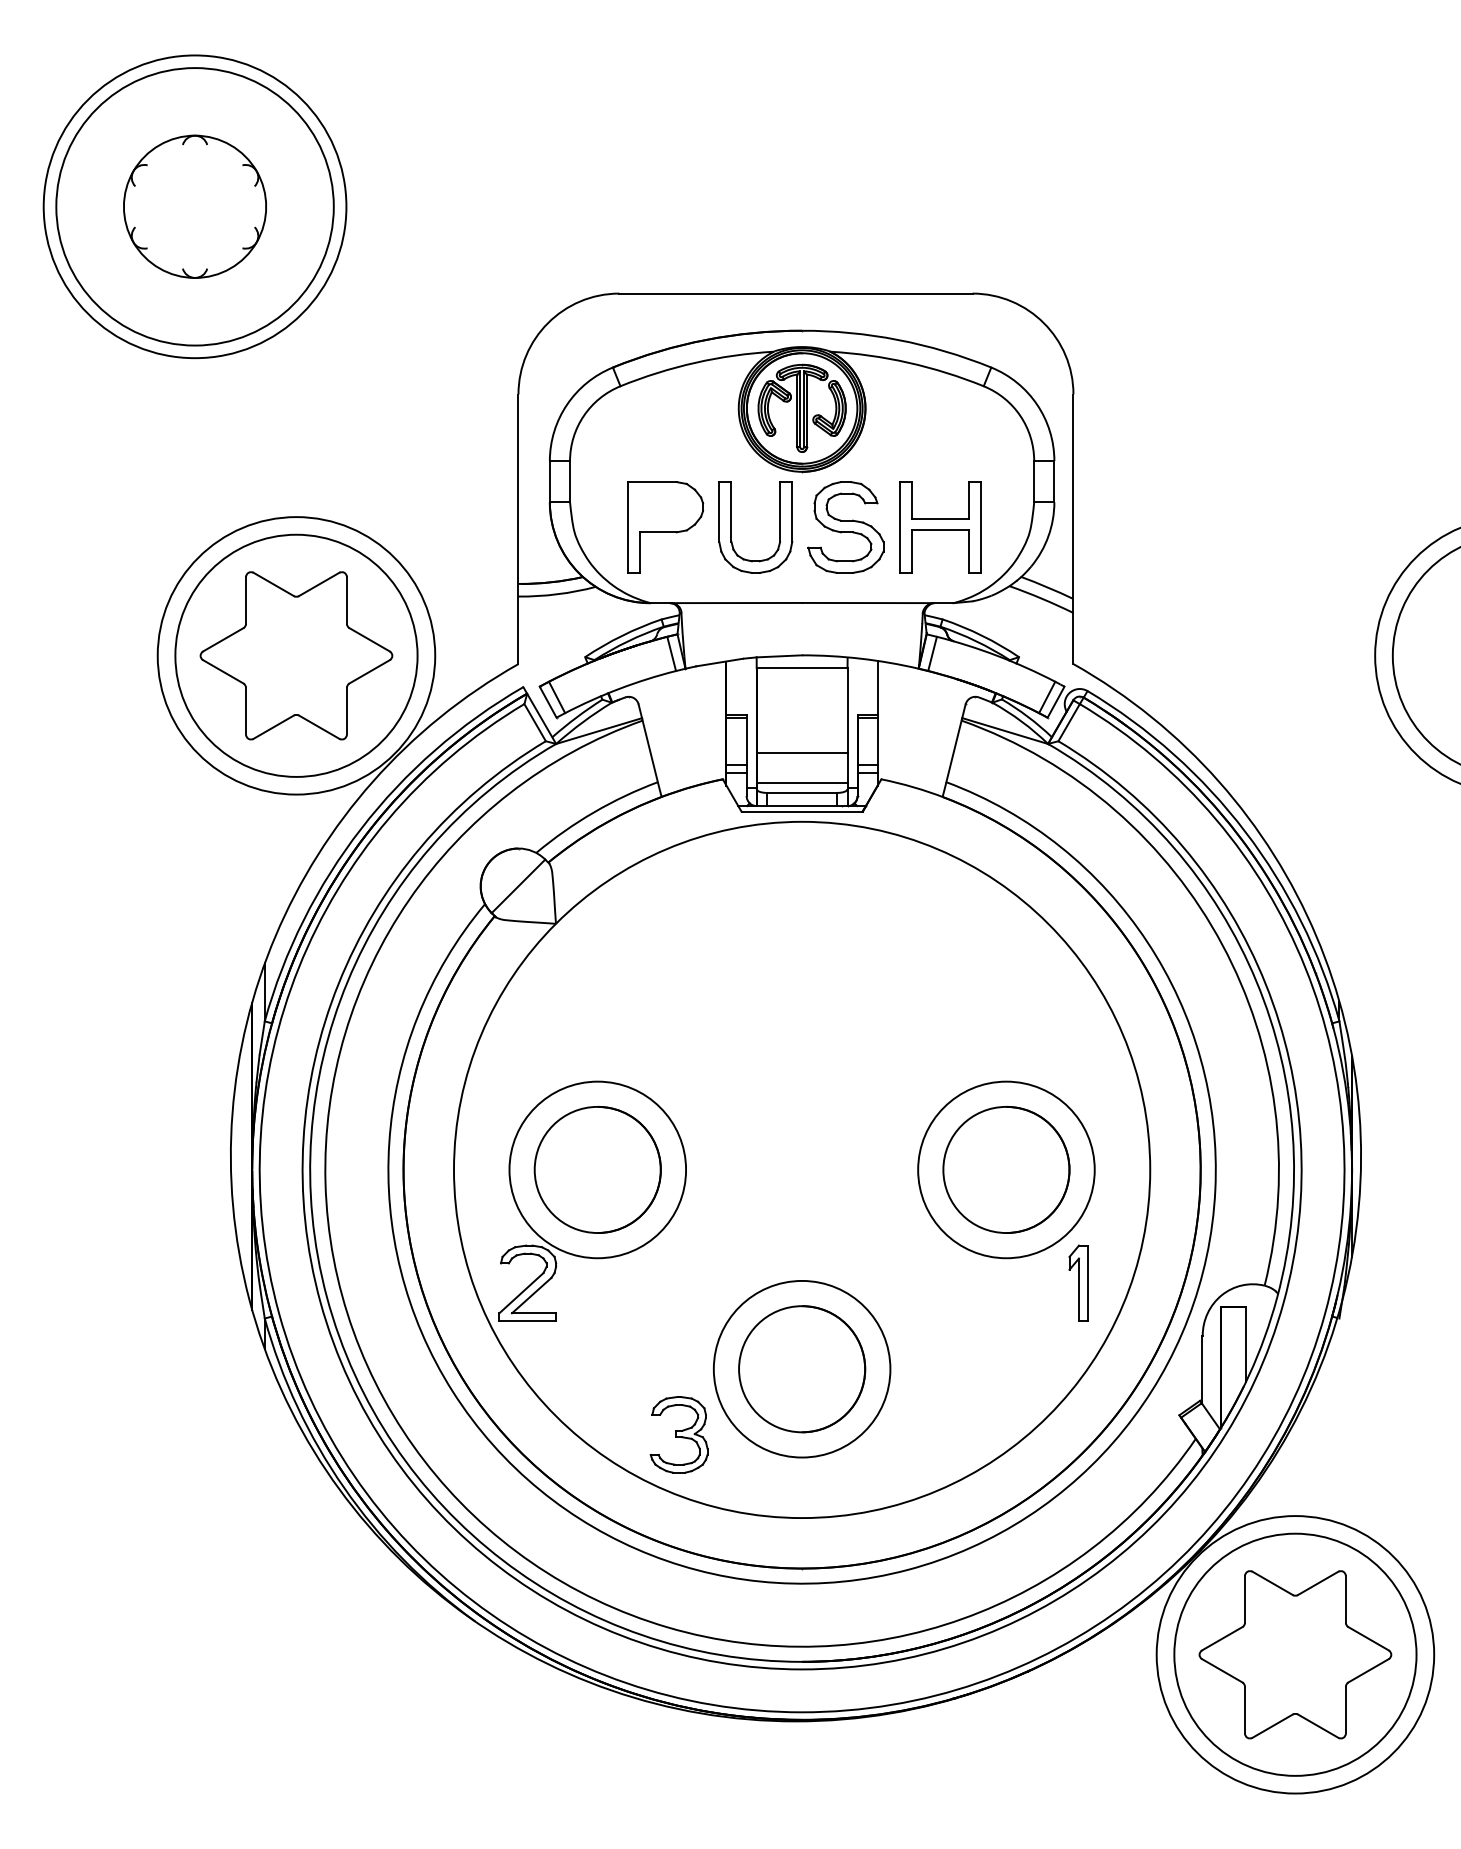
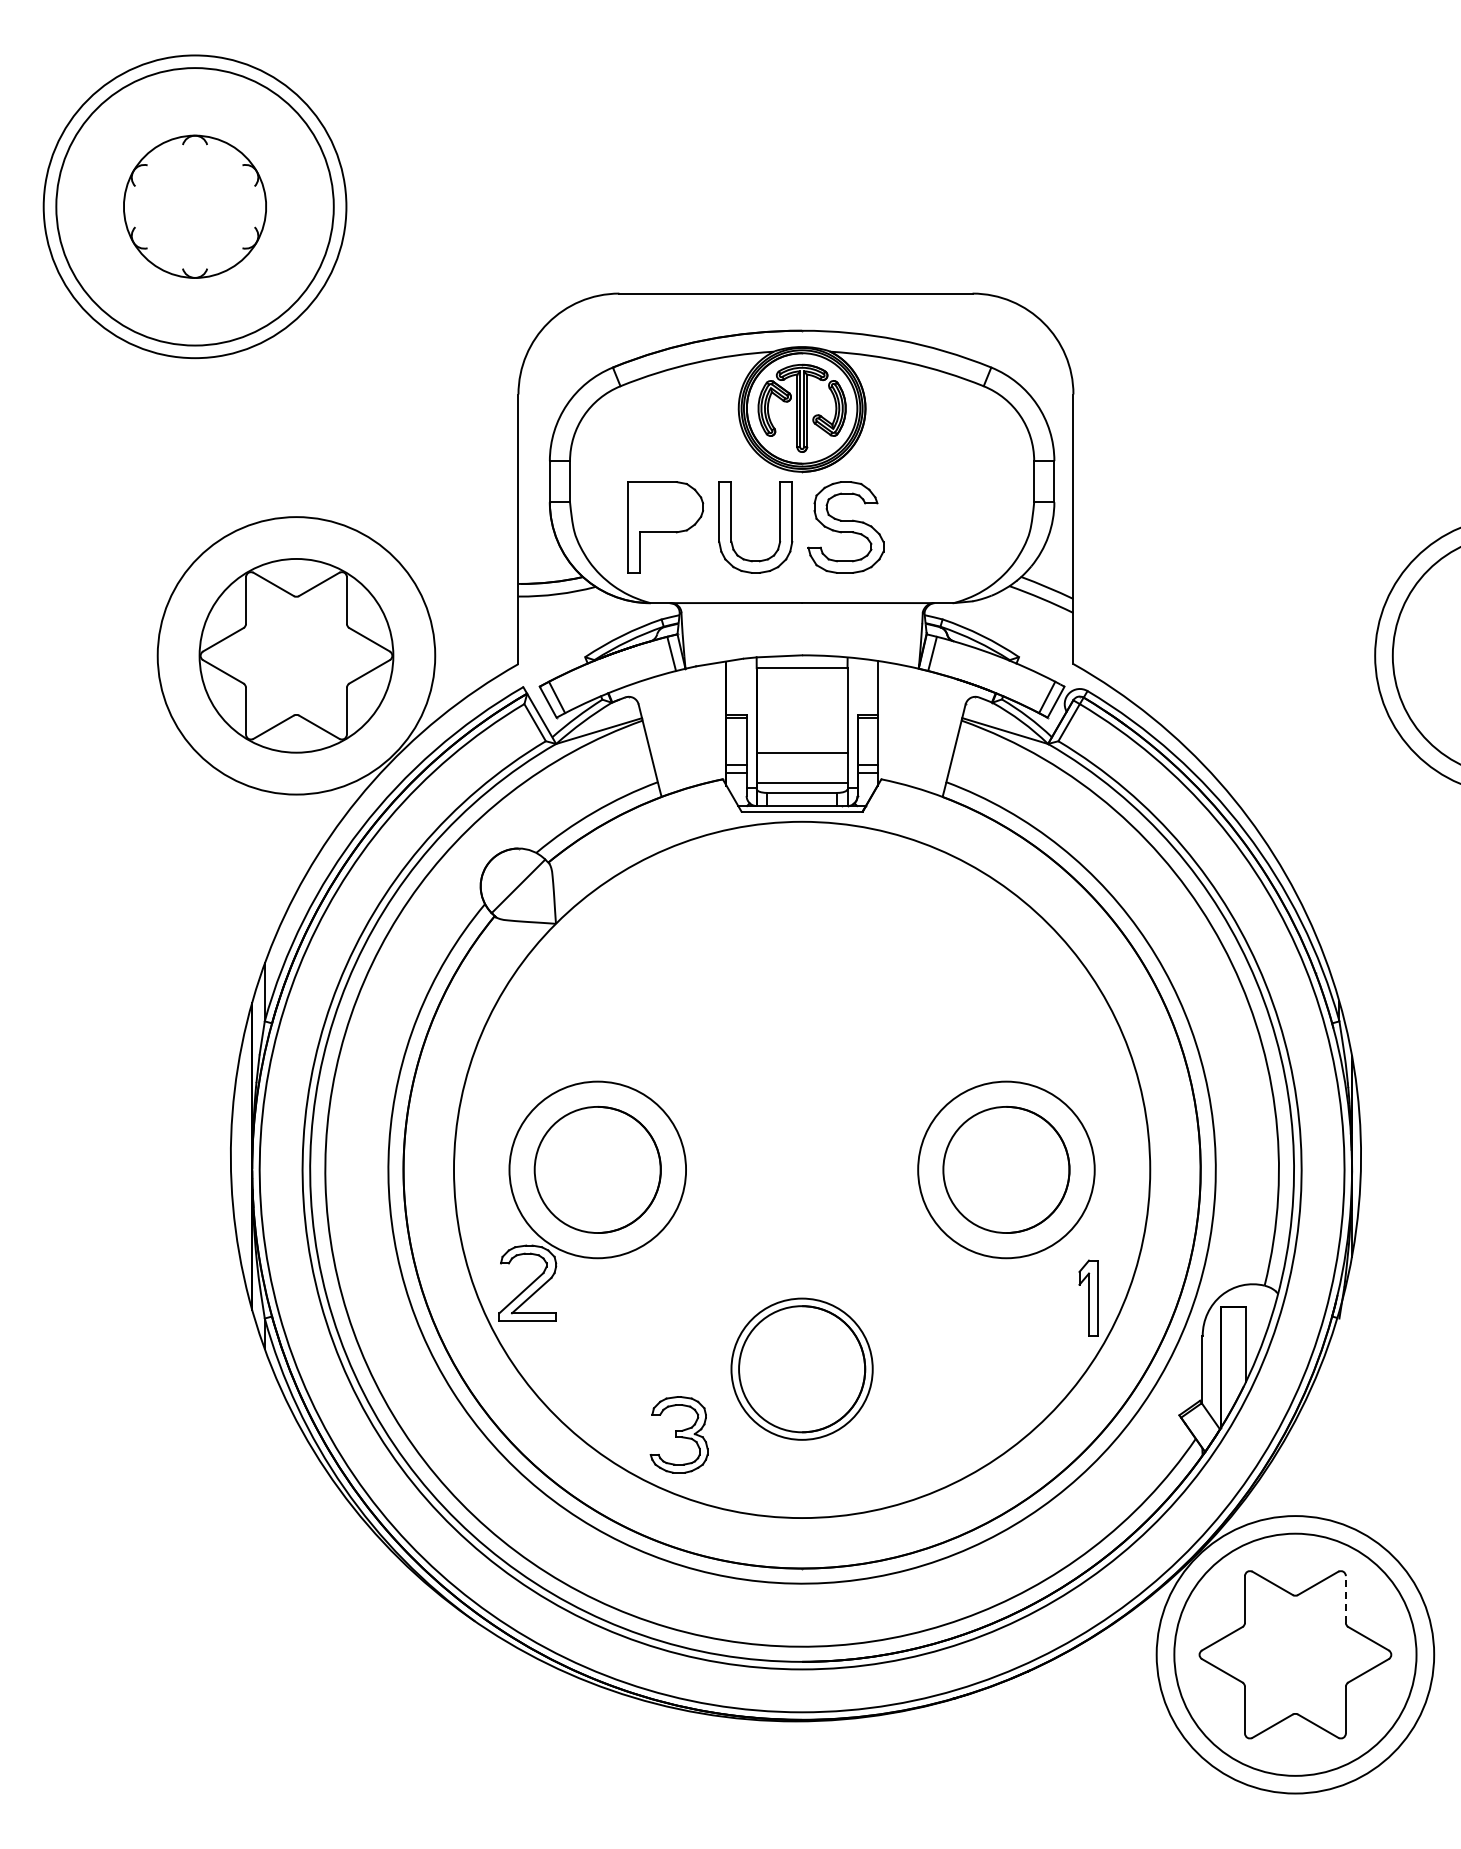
part at (940, 527): present -> none
circle at (296, 655) diameter: 242 px -> 194 px
part at (1078, 1282) position: (1078, 1282) -> (1088, 1297)
circle at (801, 1368) diameter: 177 px -> 141 px
line at (1345, 1598): solid -> dashed
